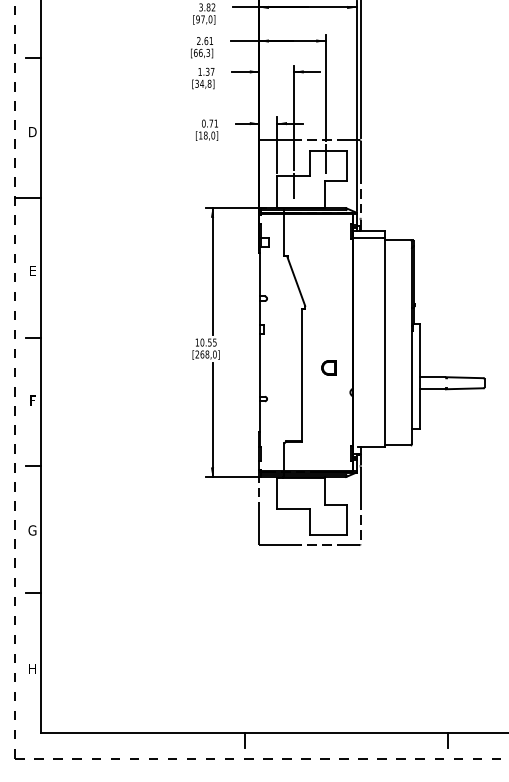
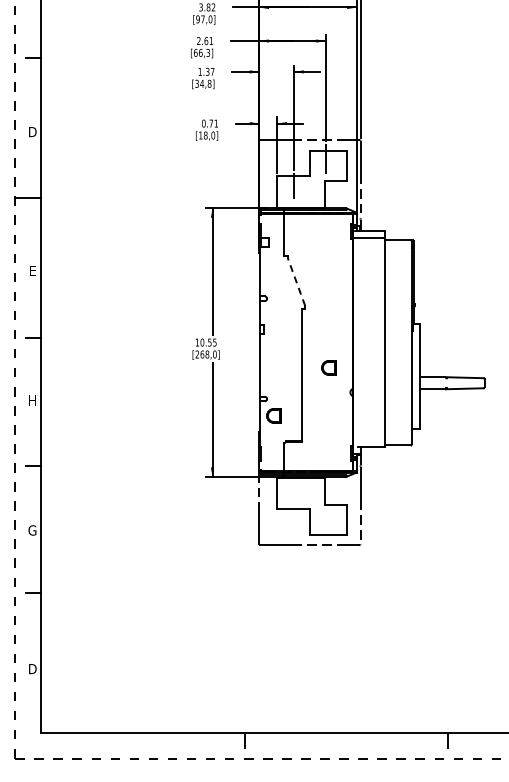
line at (296, 281): solid -> dashed
text at (32, 400): F -> H
part at (273, 415): none -> present
text at (32, 669): H -> D
